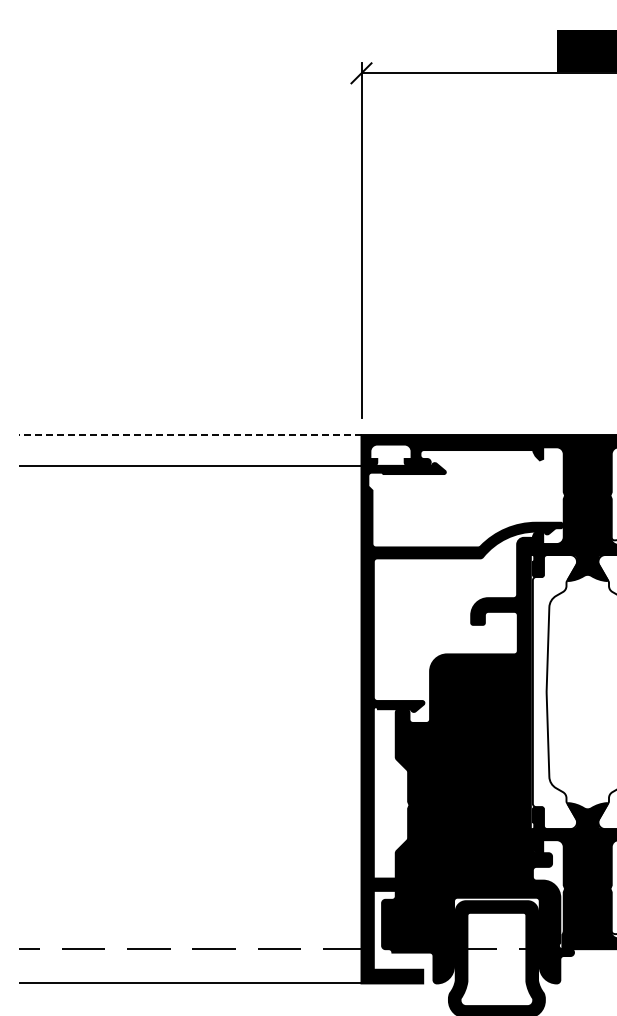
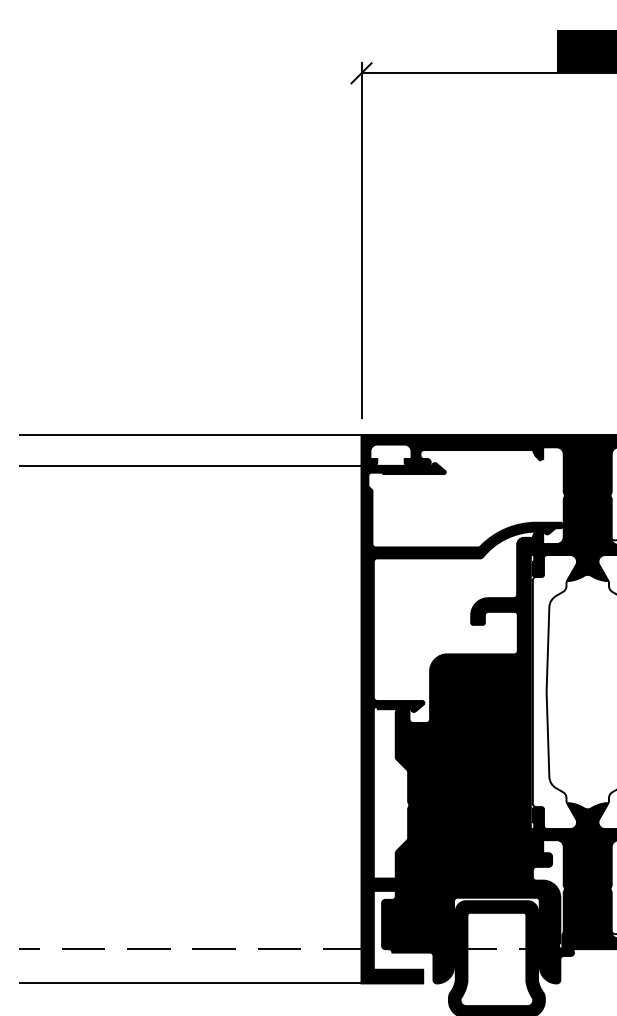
line at (189, 434): dashed -> solid
